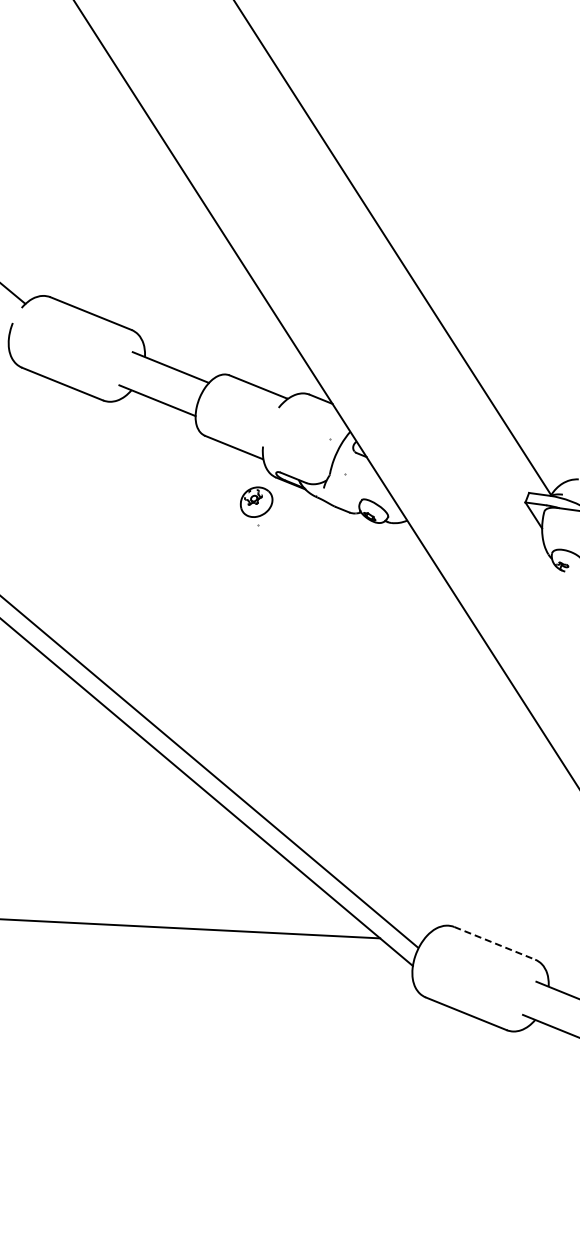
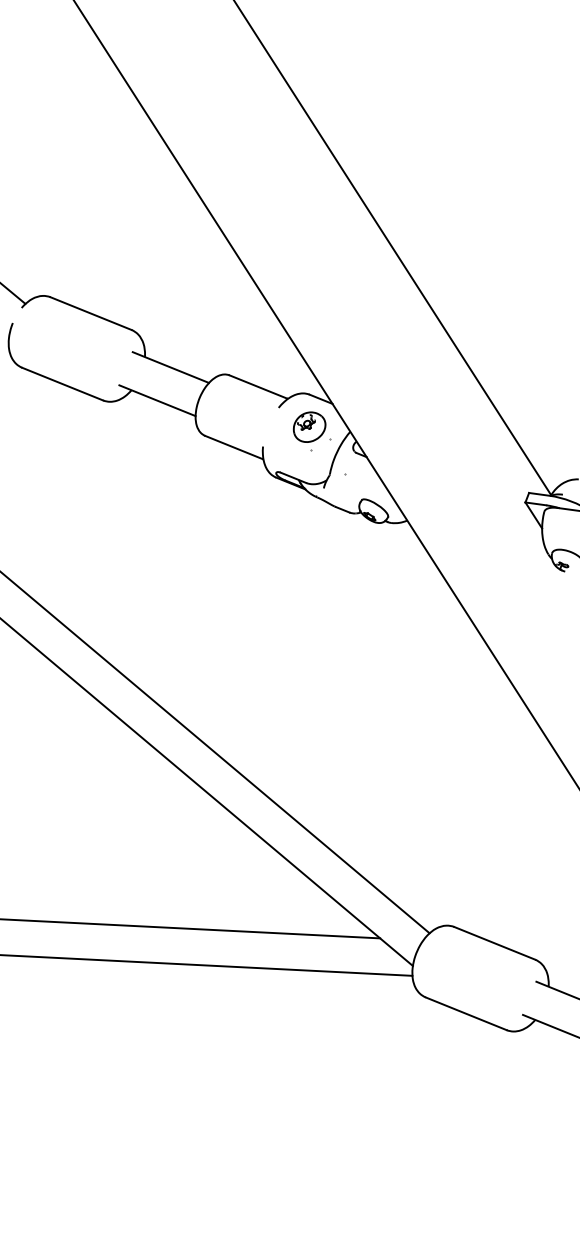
part at (256, 506) position: (256, 506) -> (309, 431)
line at (209, 772) position: (209, 772) -> (215, 753)
line at (494, 943): dashed -> solid
line at (207, 965): none -> present
